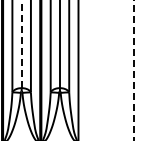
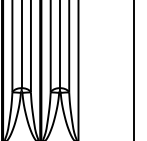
line at (21, 44): dashed -> solid
line at (134, 70): dashed -> solid
